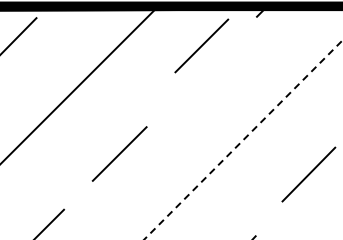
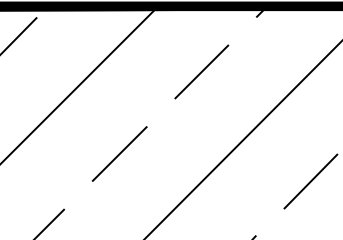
line at (201, 45) position: (201, 45) -> (201, 71)
line at (243, 139): dashed -> solid
line at (308, 174) position: (308, 174) -> (310, 181)
